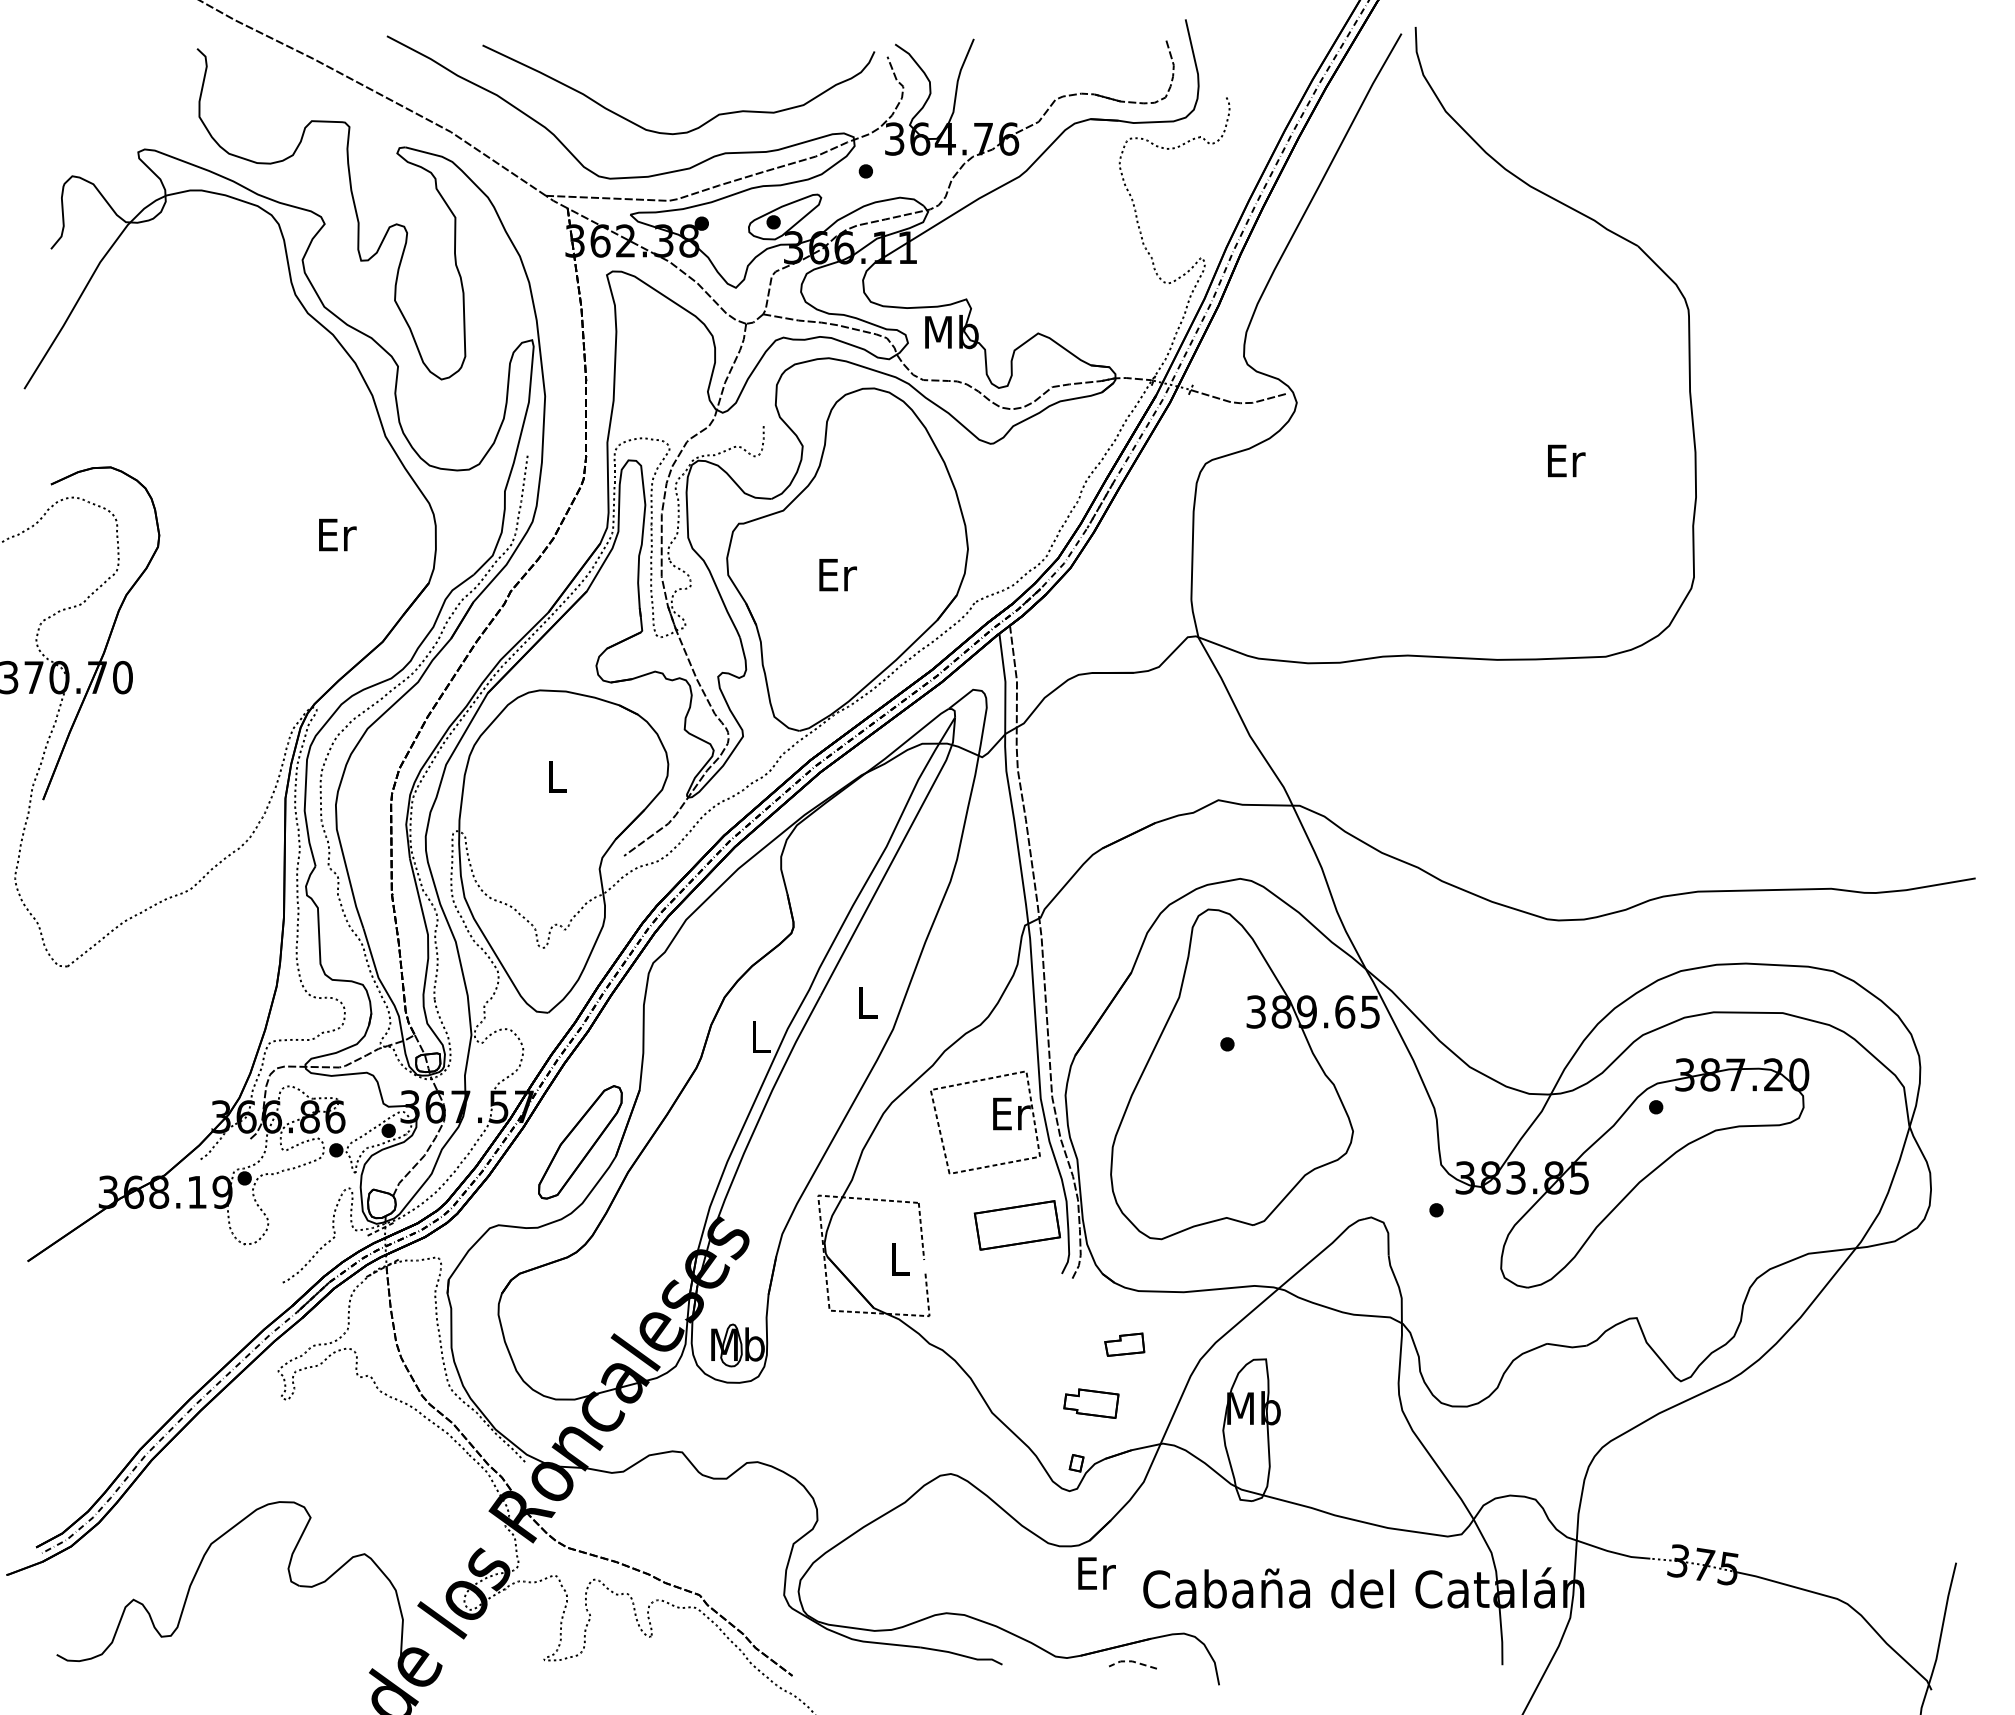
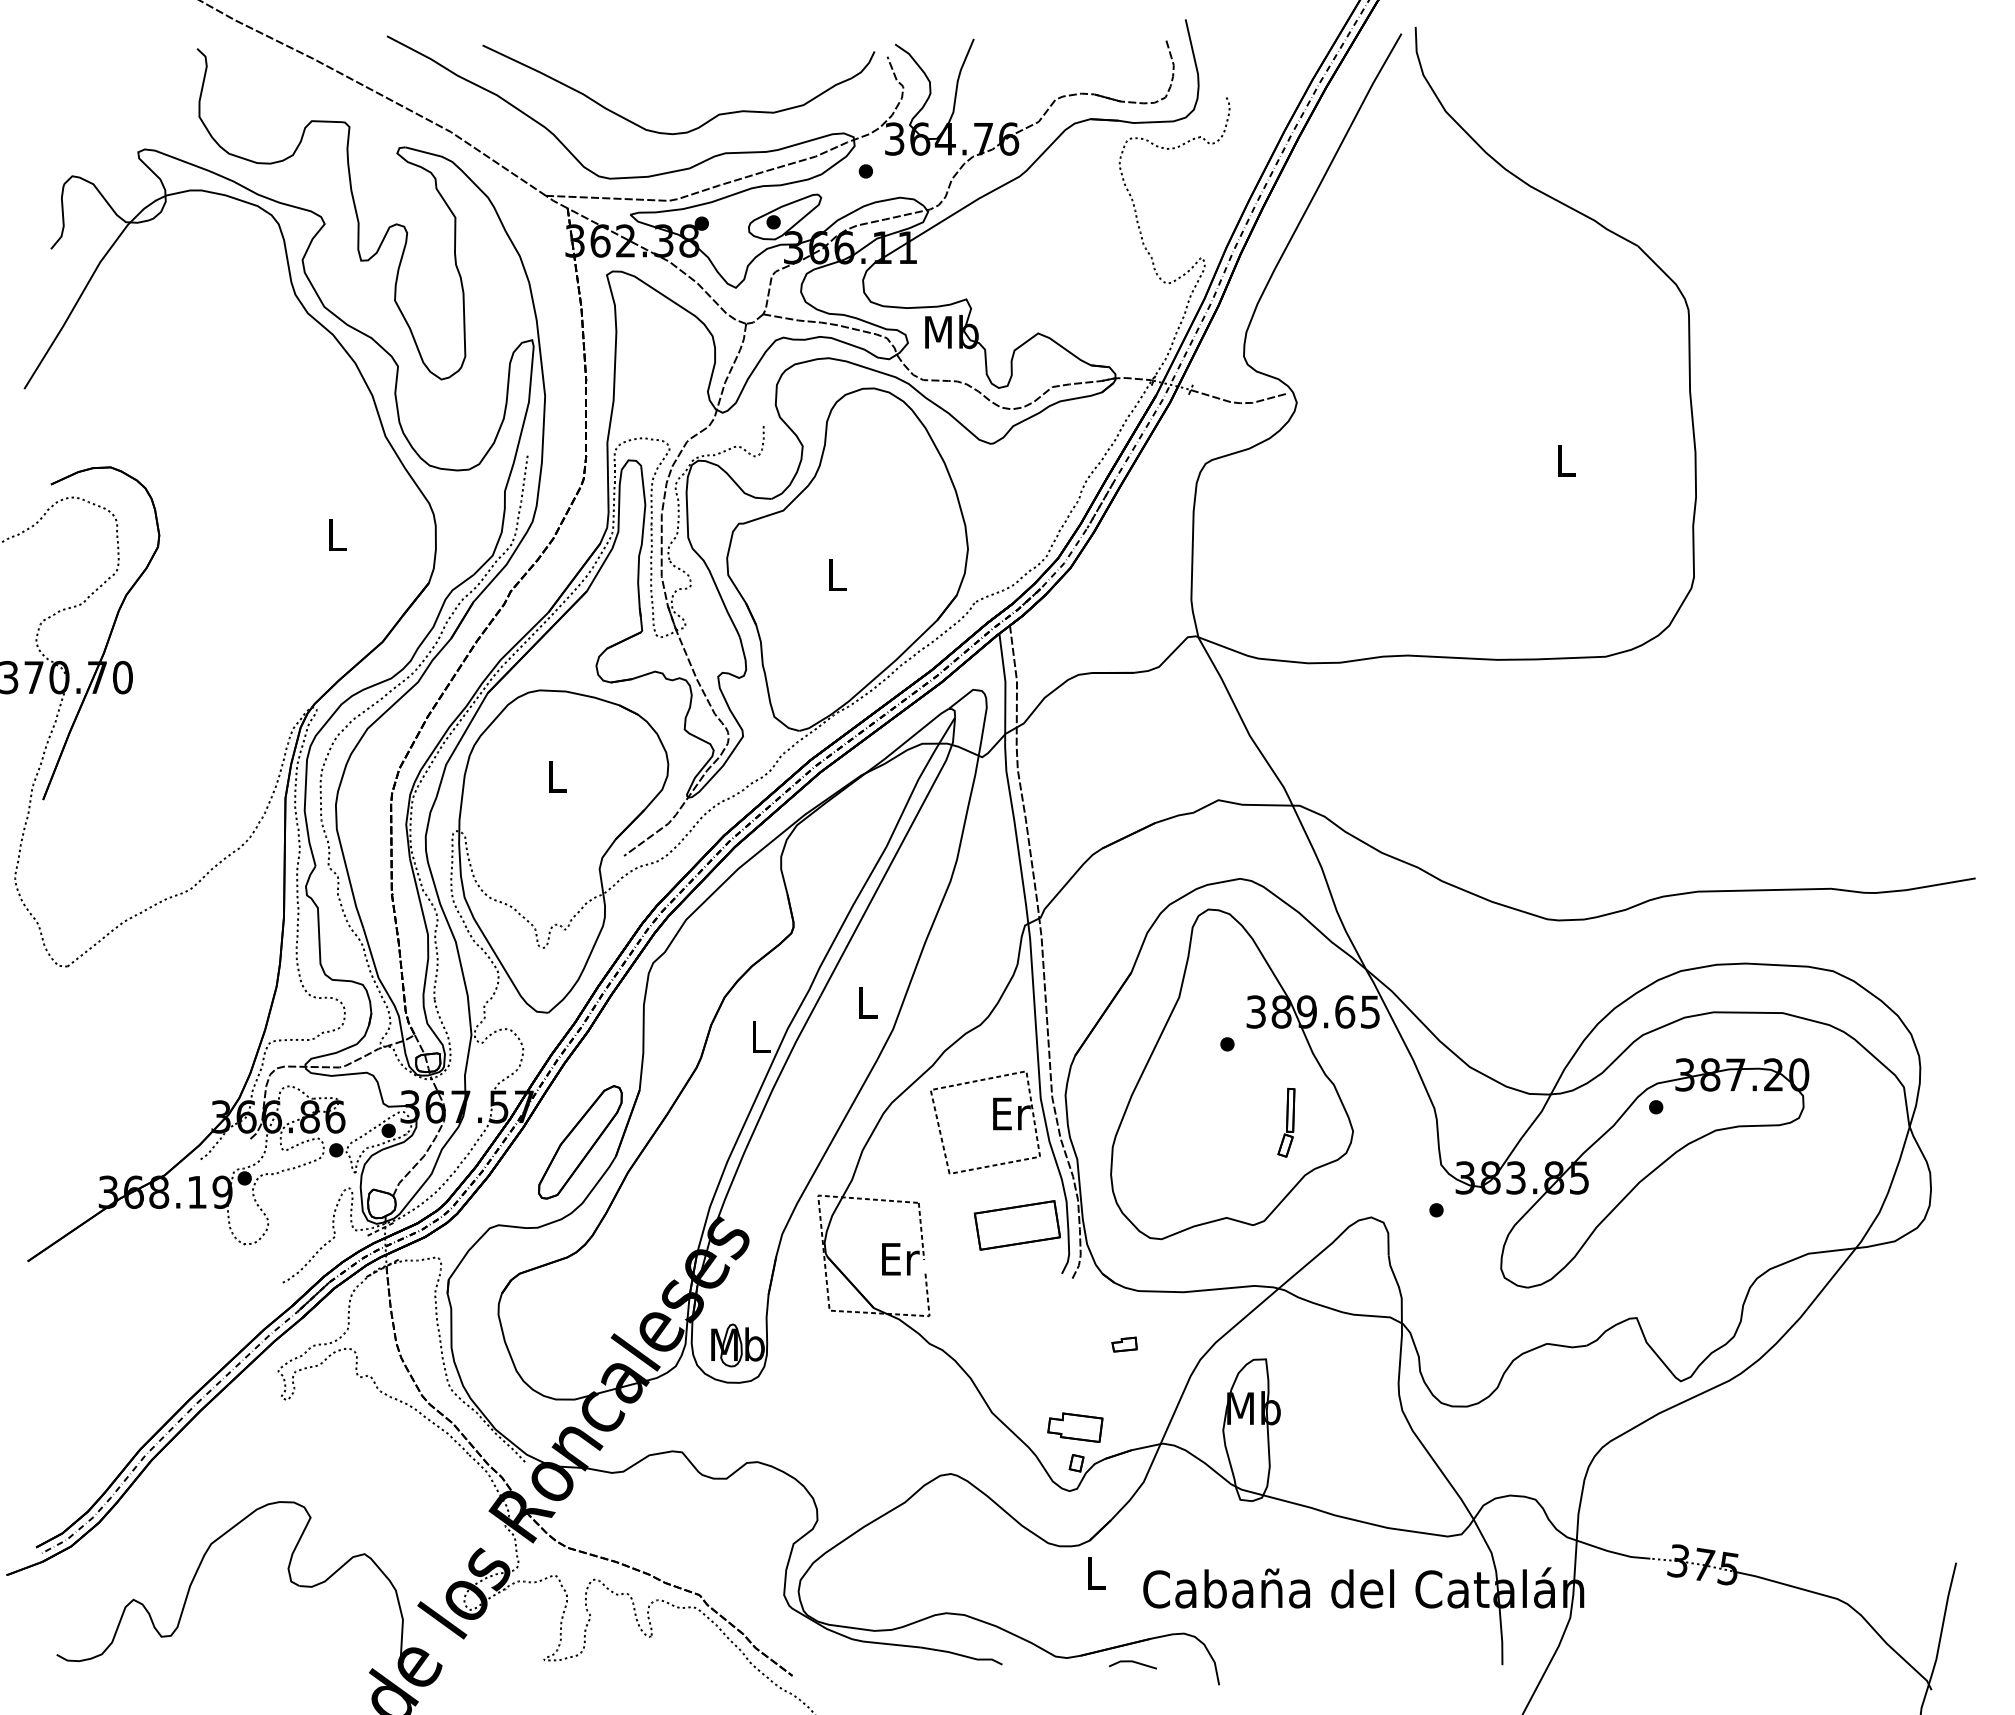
text at (1566, 460): Er -> L
text at (337, 534): Er -> L
text at (837, 575): Er -> L
part at (1286, 1122): none -> present
text at (900, 1259): L -> Er
part at (1124, 1344) size: 42x25 px -> 27x17 px
part at (1091, 1403) position: (1091, 1403) -> (1075, 1427)
text at (1096, 1573): Er -> L
line at (1132, 1661): dashed -> solid
